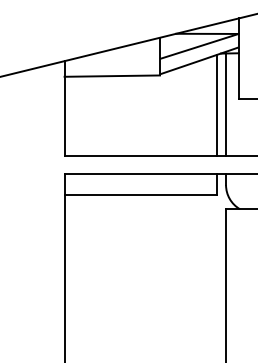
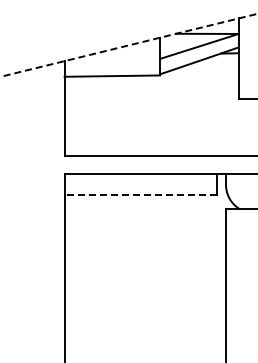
line at (129, 45): solid -> dashed
line at (217, 104): present -> none
line at (226, 104): present -> none
line at (140, 194): solid -> dashed
